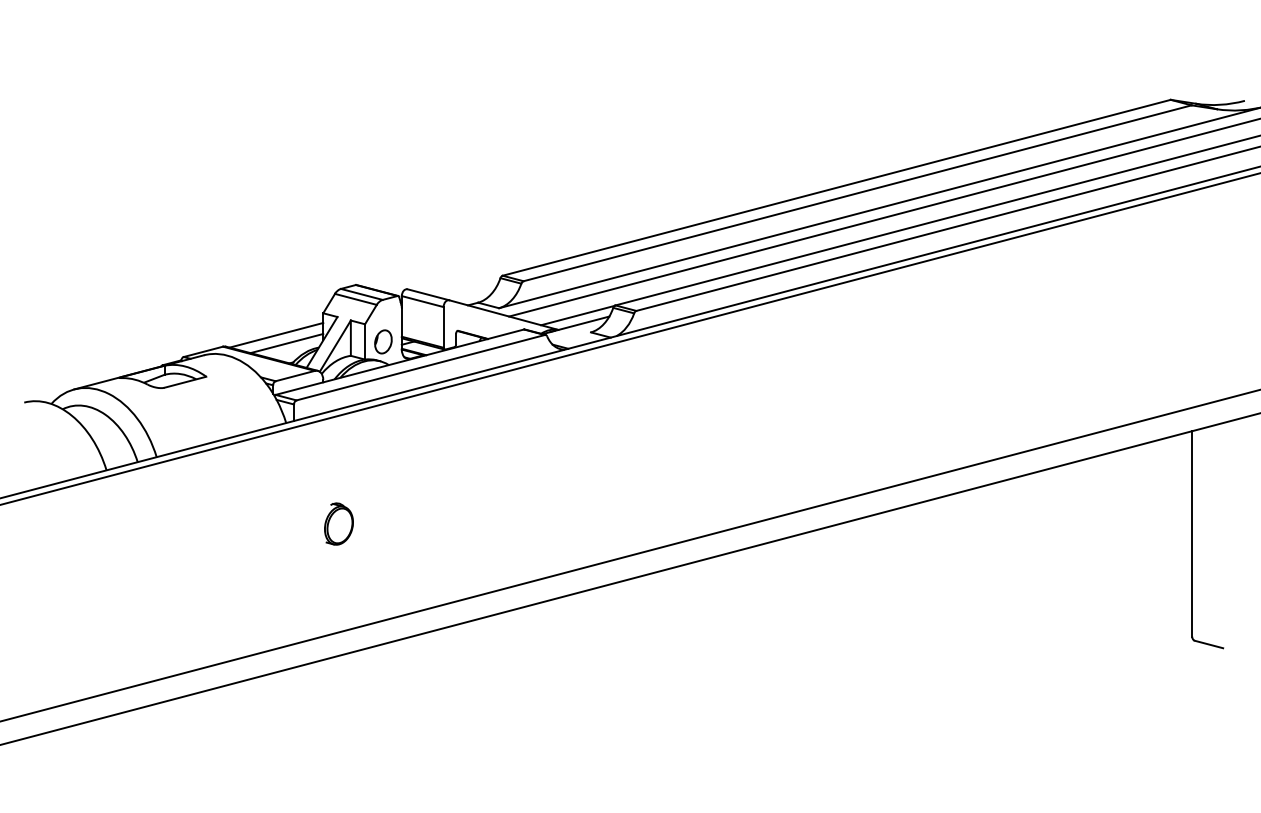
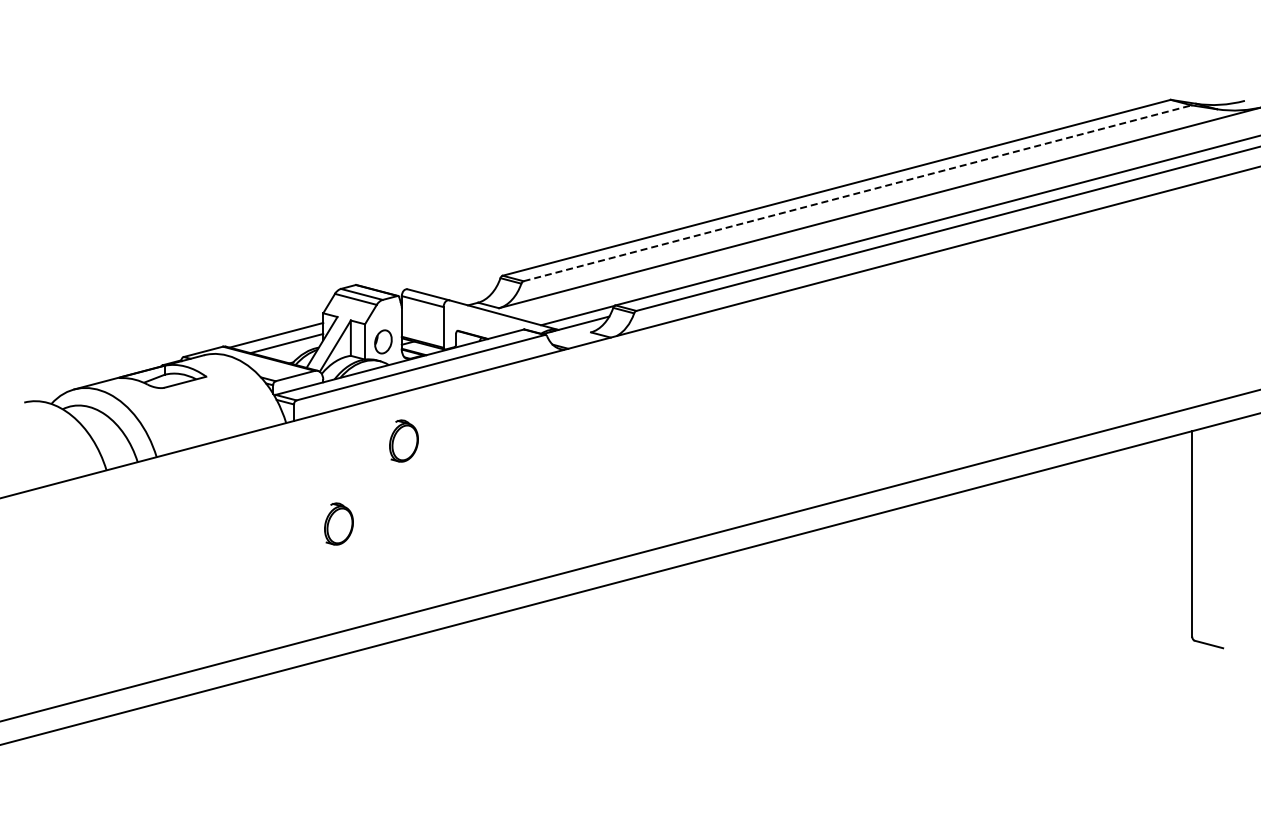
line at (858, 193): solid -> dashed
line at (883, 217): present -> none
line at (629, 338): present -> none
part at (403, 440): none -> present
